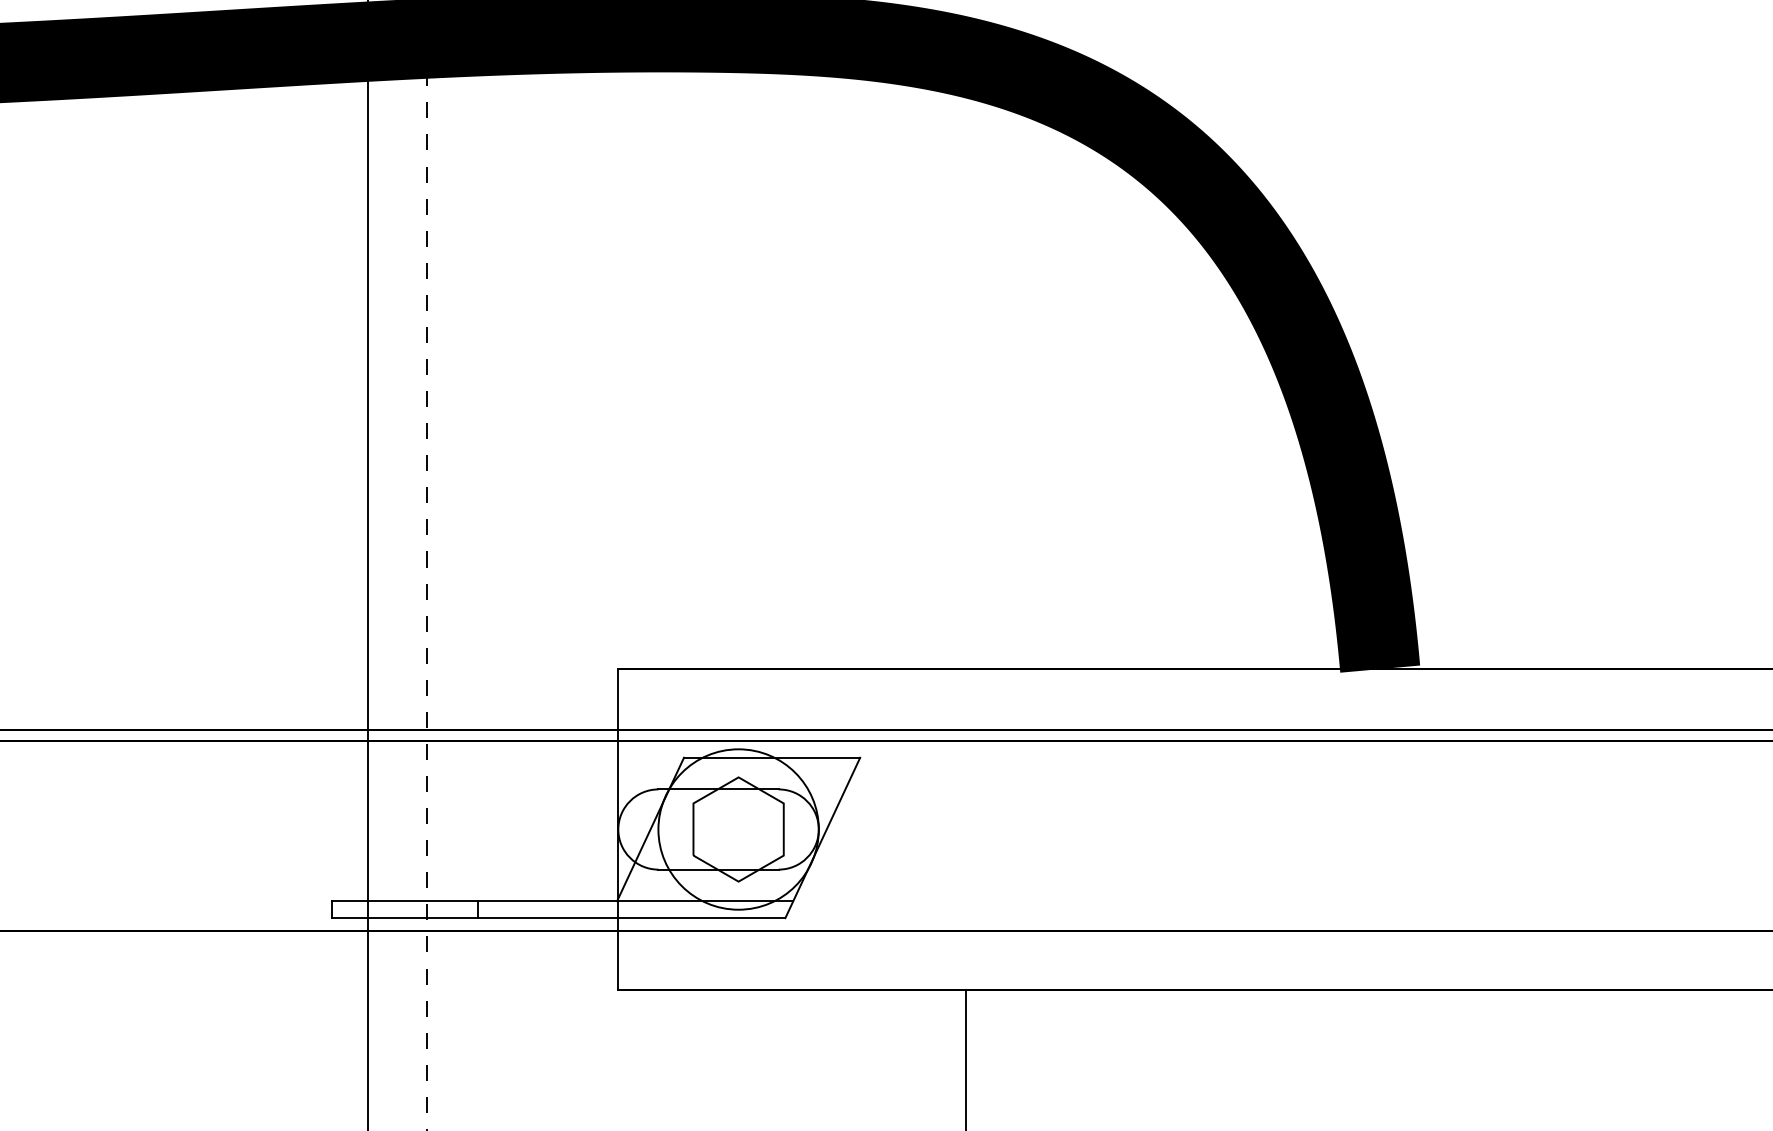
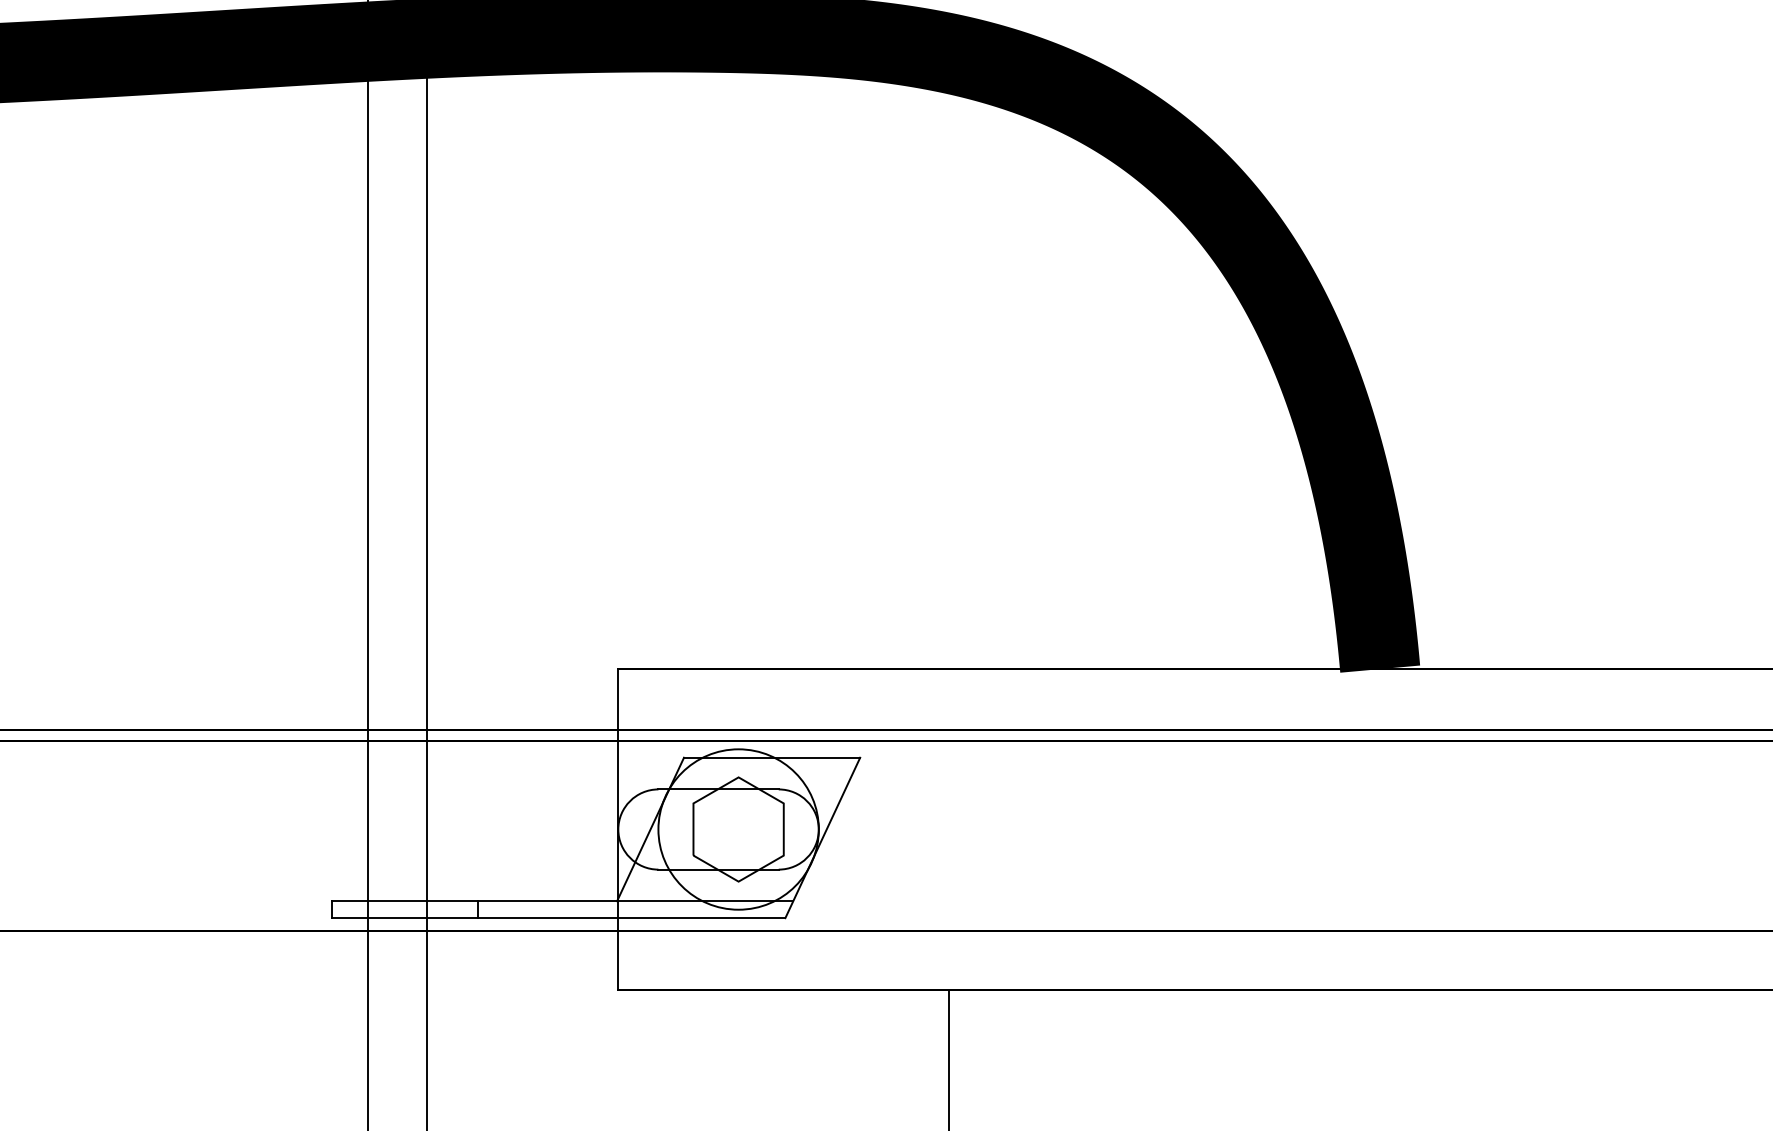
line at (426, 565): dashed -> solid
line at (966, 1058) position: (966, 1058) -> (949, 1058)
